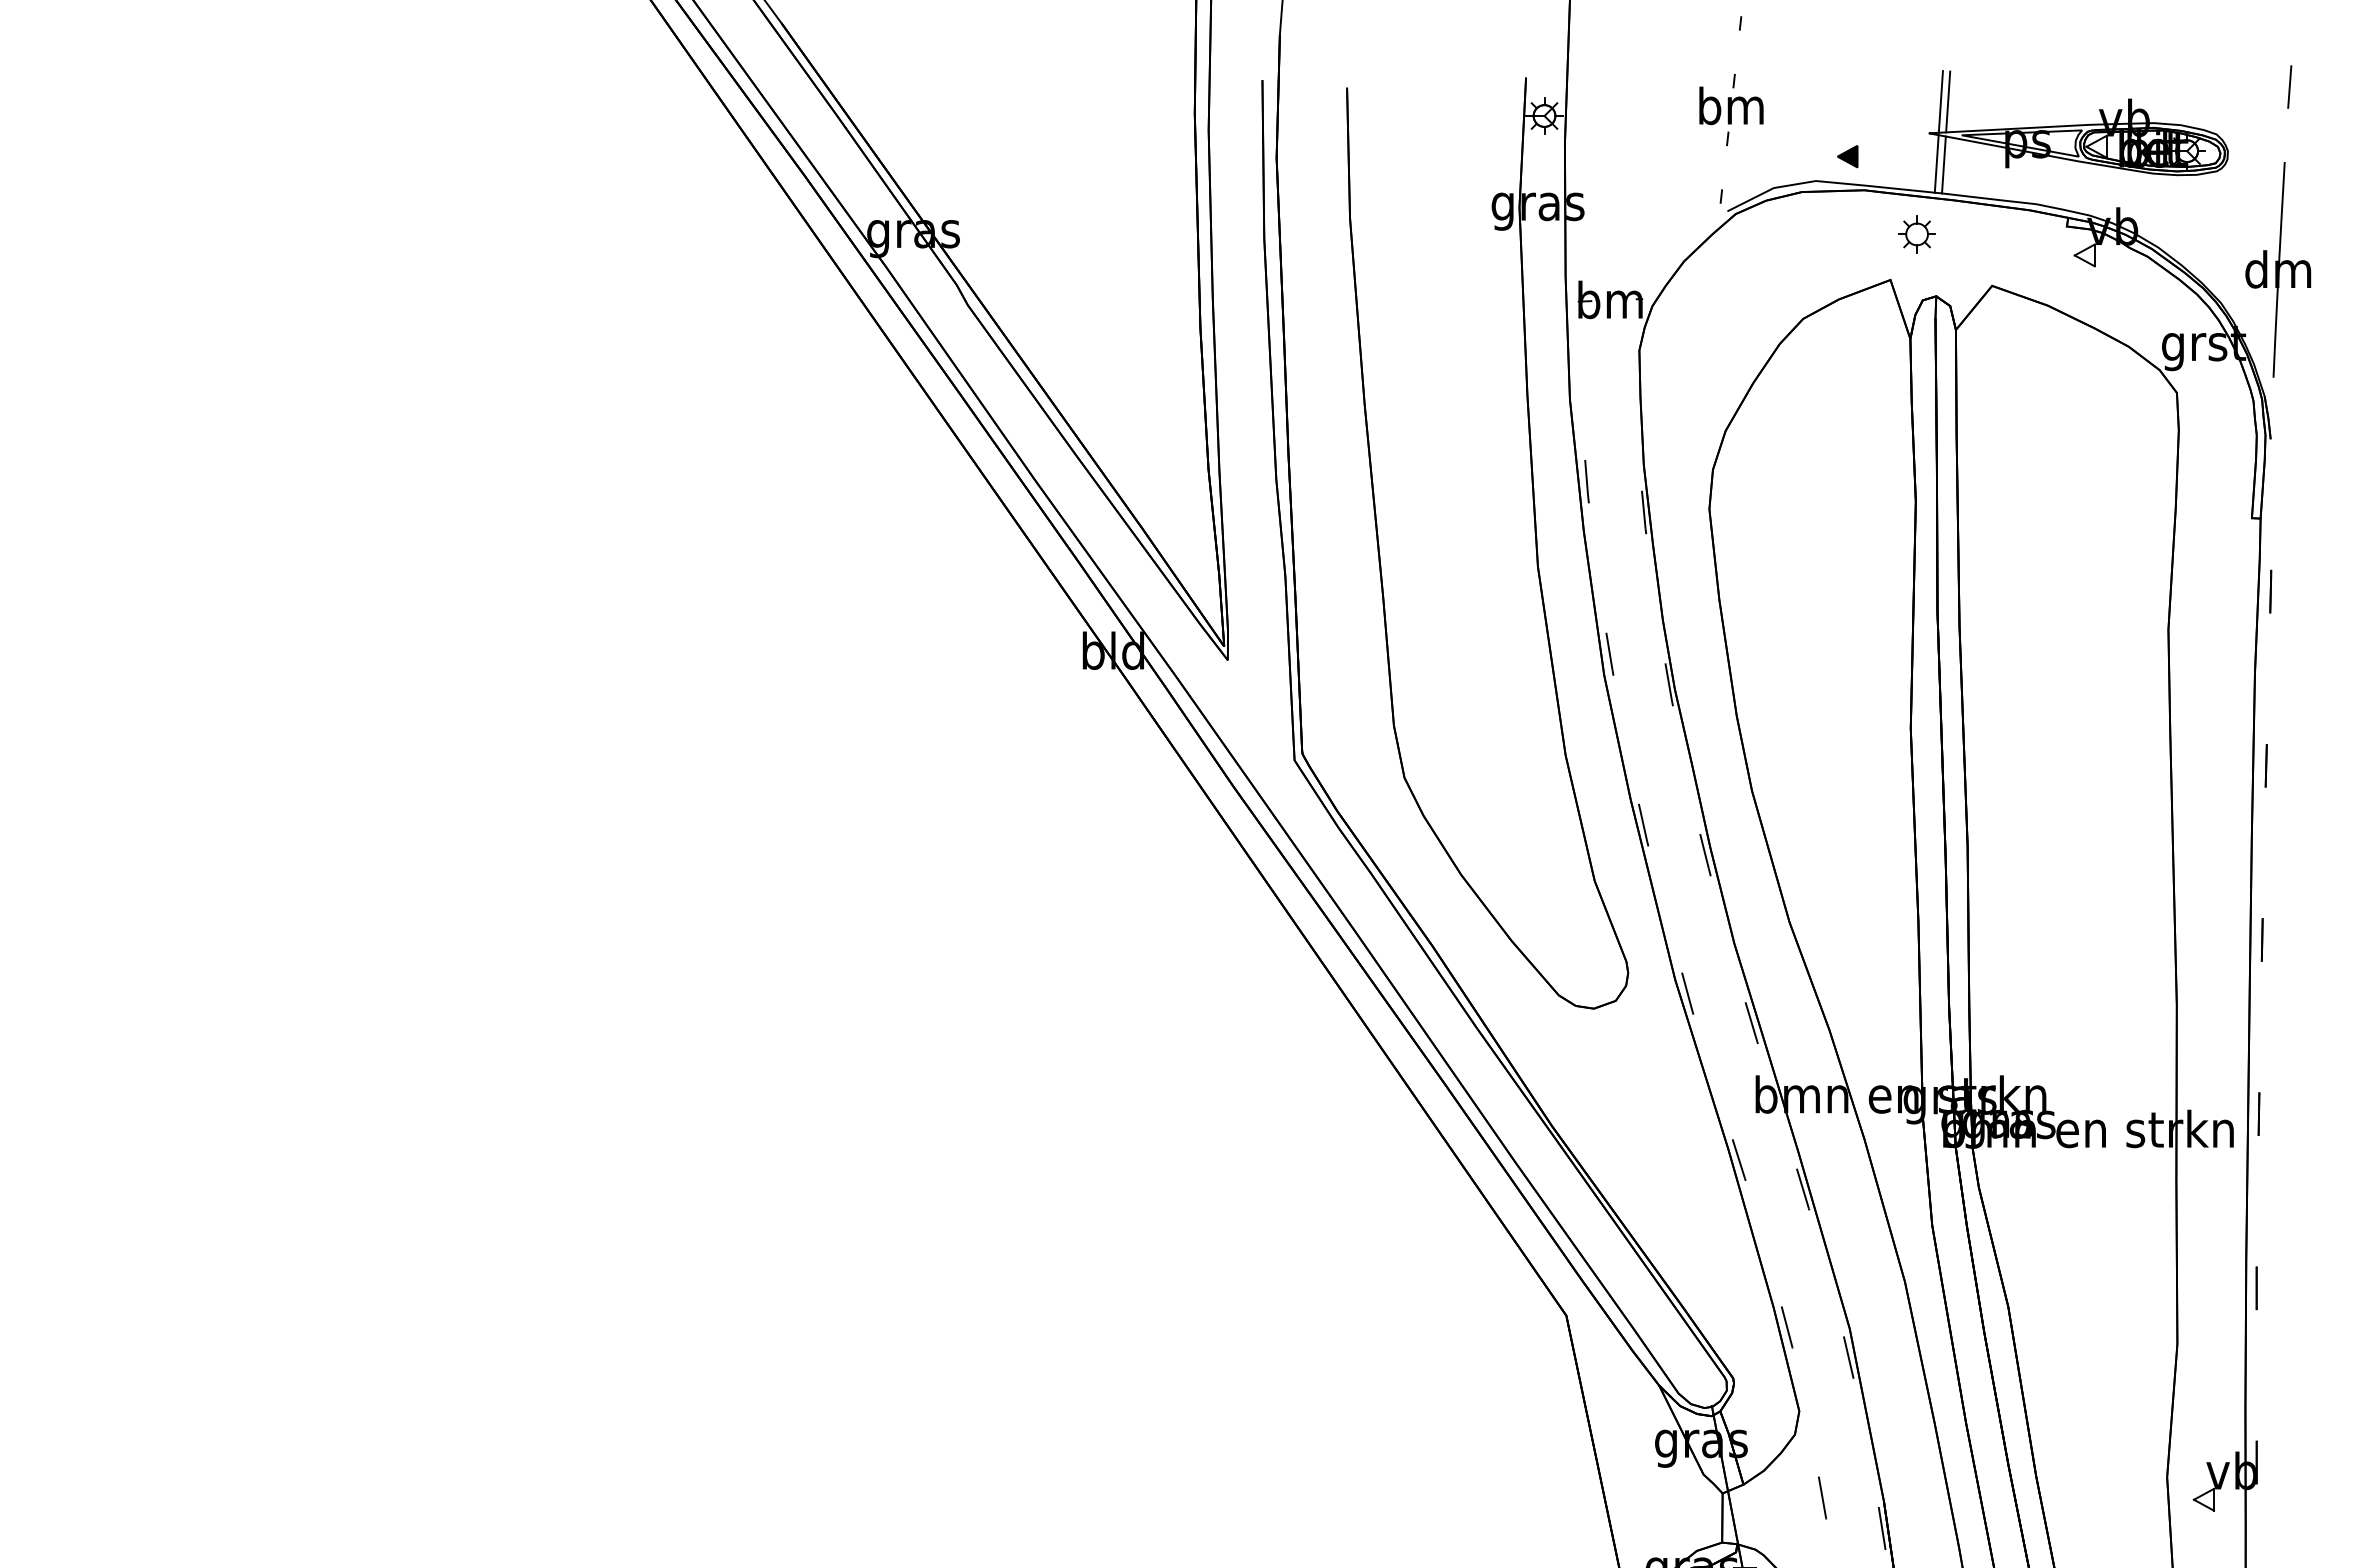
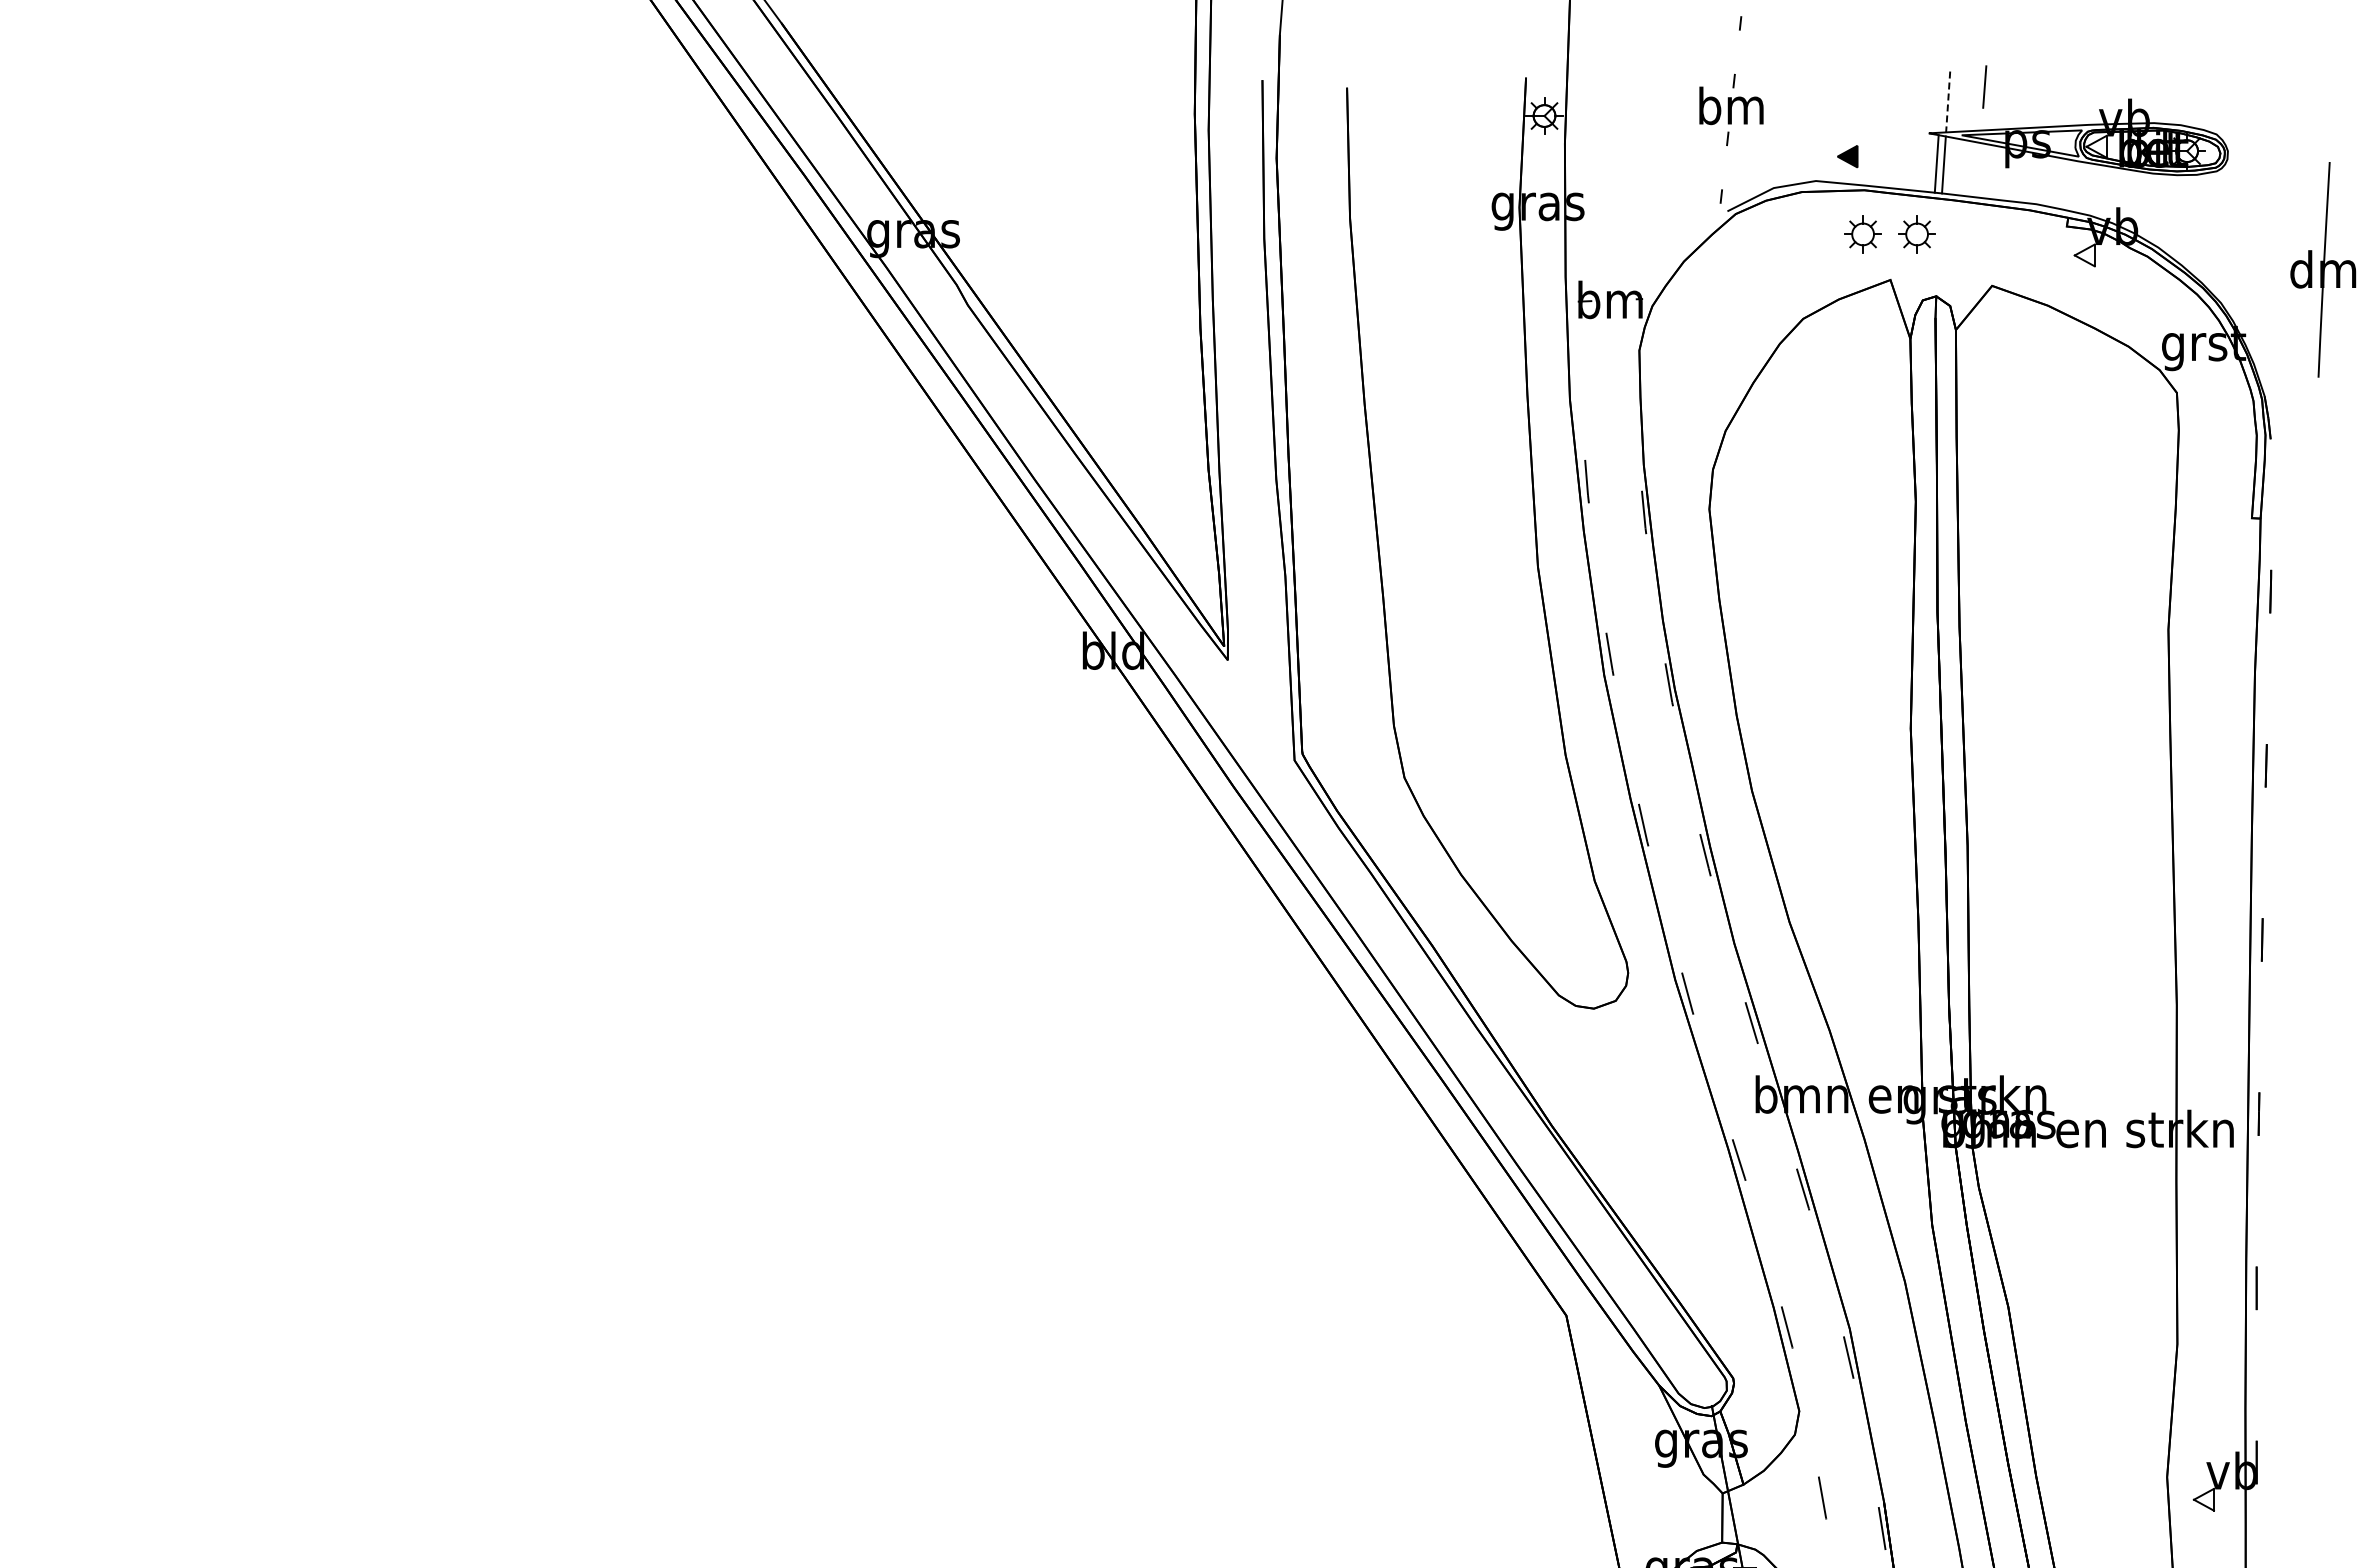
line at (2289, 86) position: (2289, 86) -> (1984, 86)
line at (1940, 101): present -> none
line at (1948, 102): solid -> dashed
part at (1862, 234): none -> present
part at (2278, 269) position: (2278, 269) -> (2323, 269)
